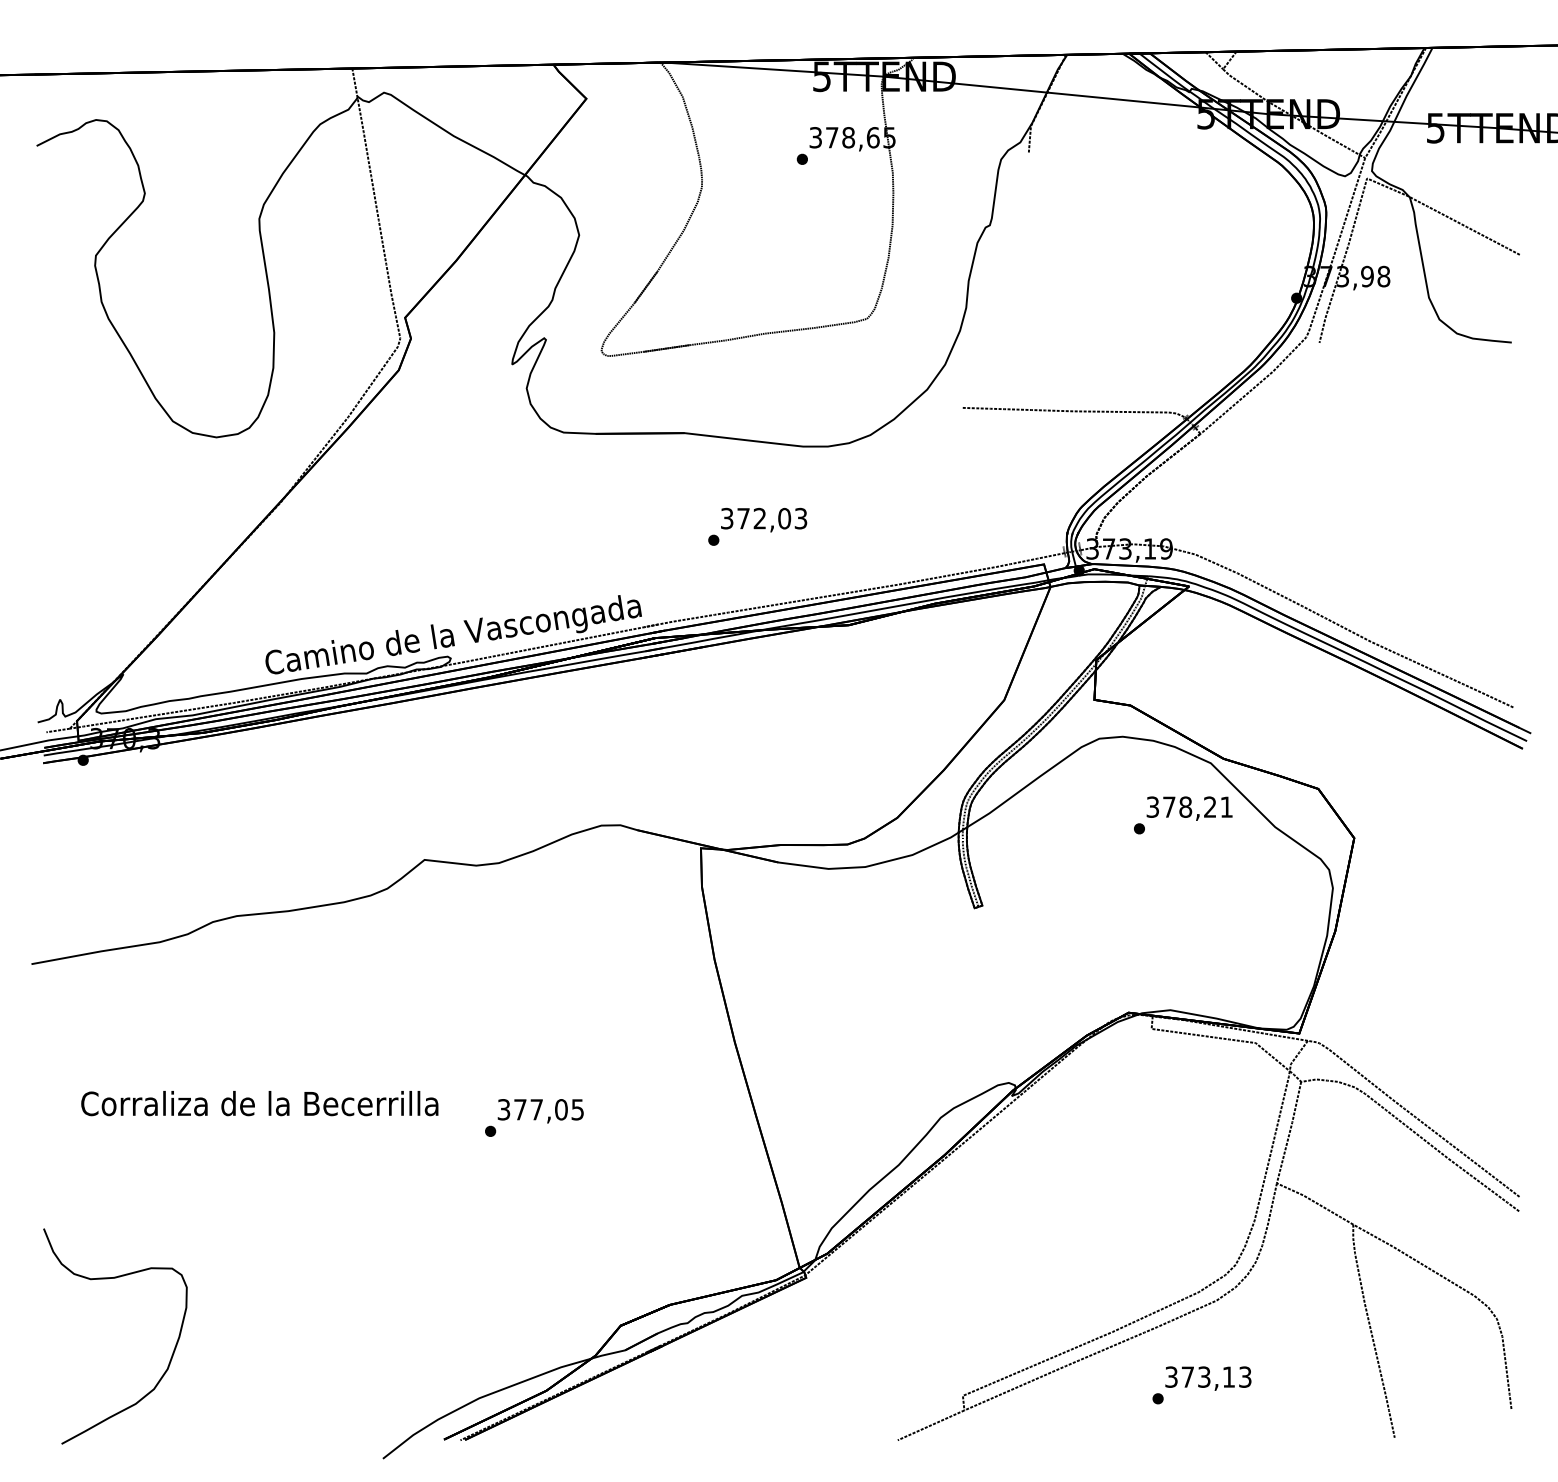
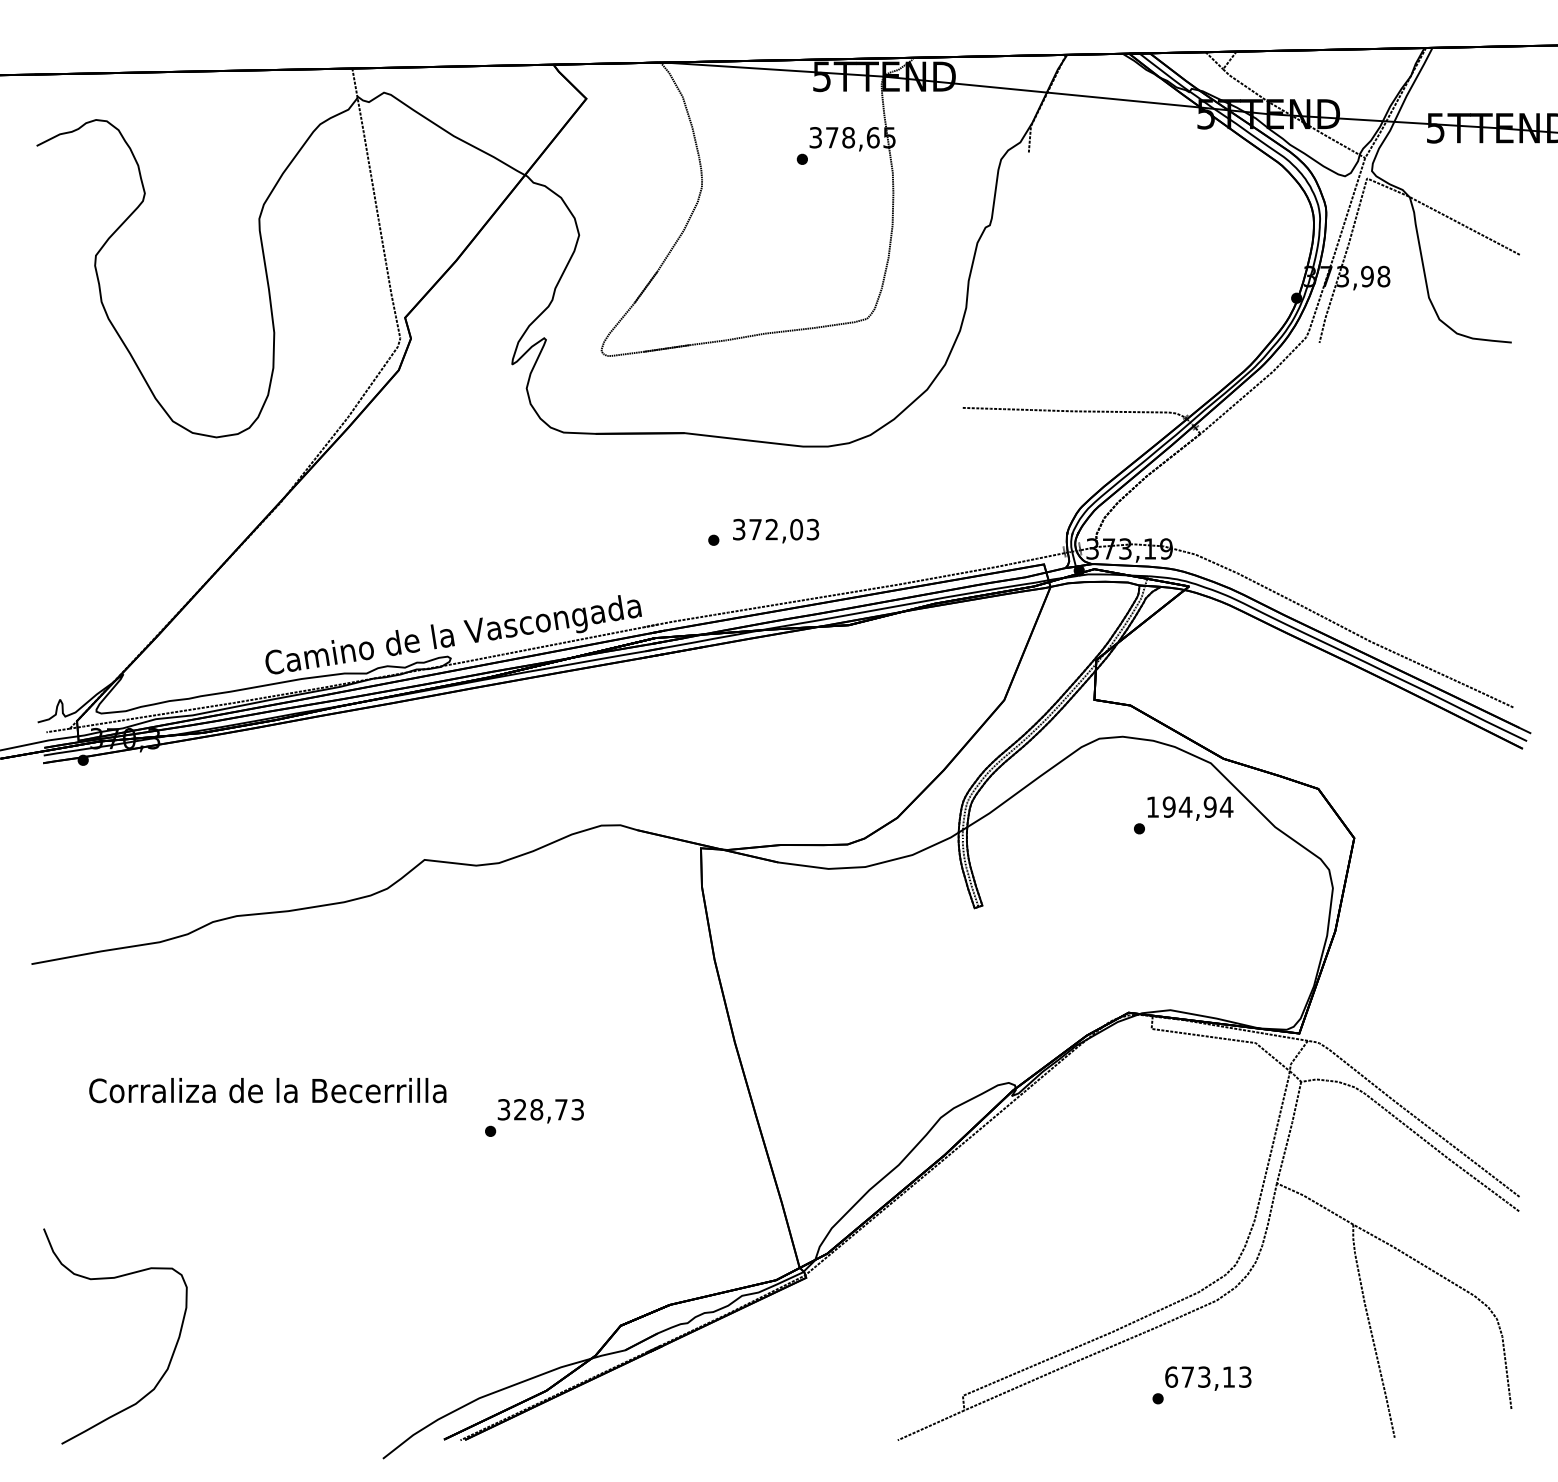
text at (764, 519) position: (764, 519) -> (776, 530)
text at (1189, 806): 378,21 -> 194,94
text at (259, 1103) position: (259, 1103) -> (267, 1090)
text at (548, 1109): 377,05 -> 328,73
text at (1171, 1376): 373,13 -> 673,13
